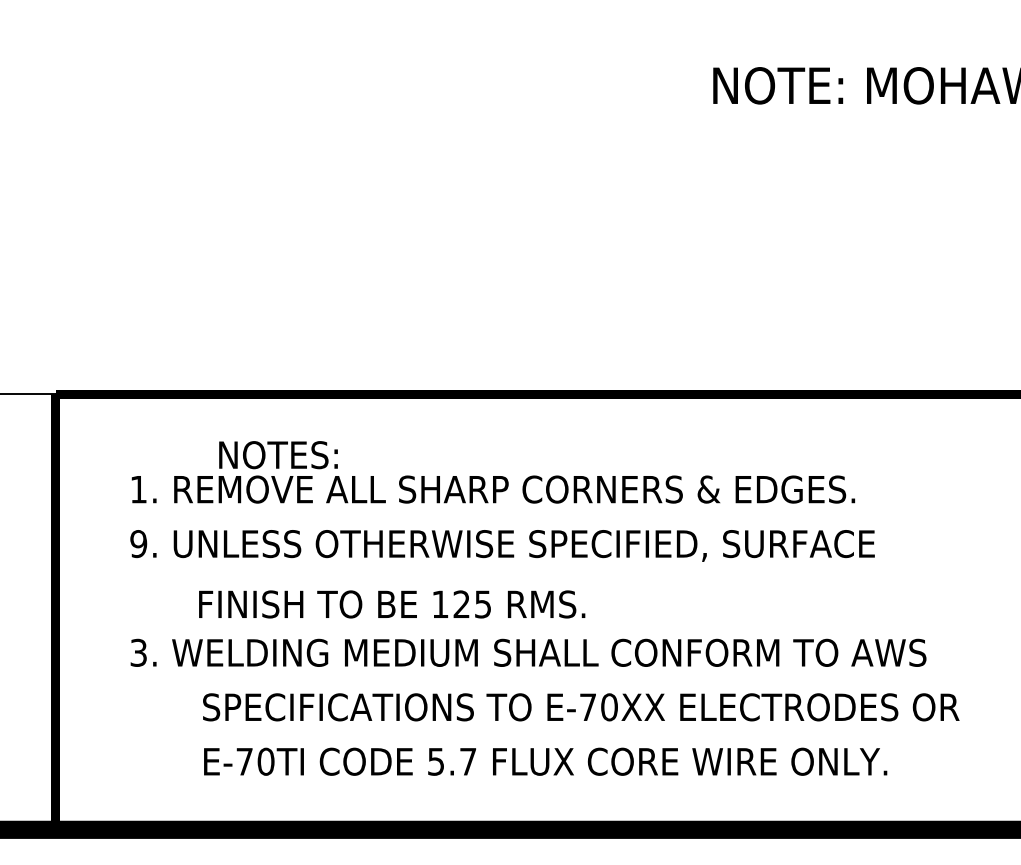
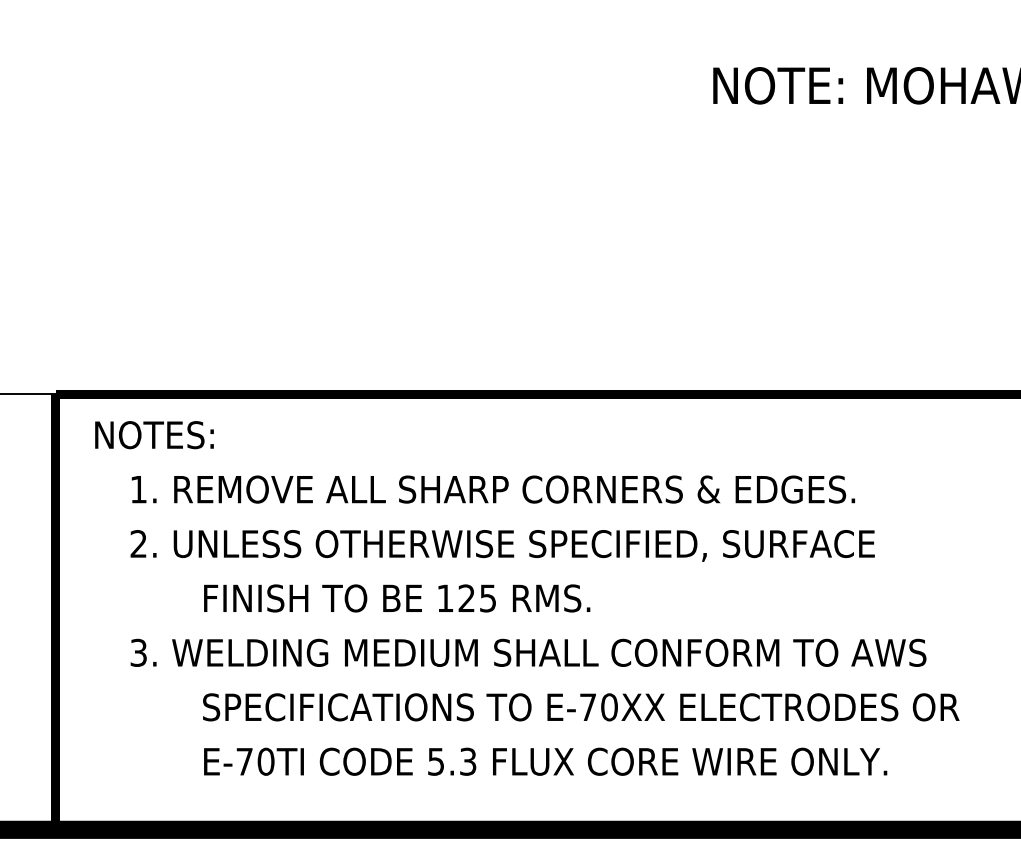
text at (278, 455) position: (278, 455) -> (154, 435)
text at (138, 544): 9. -> 2.
text at (392, 604) position: (392, 604) -> (397, 598)
text at (468, 761): 5.7 -> 5.3
